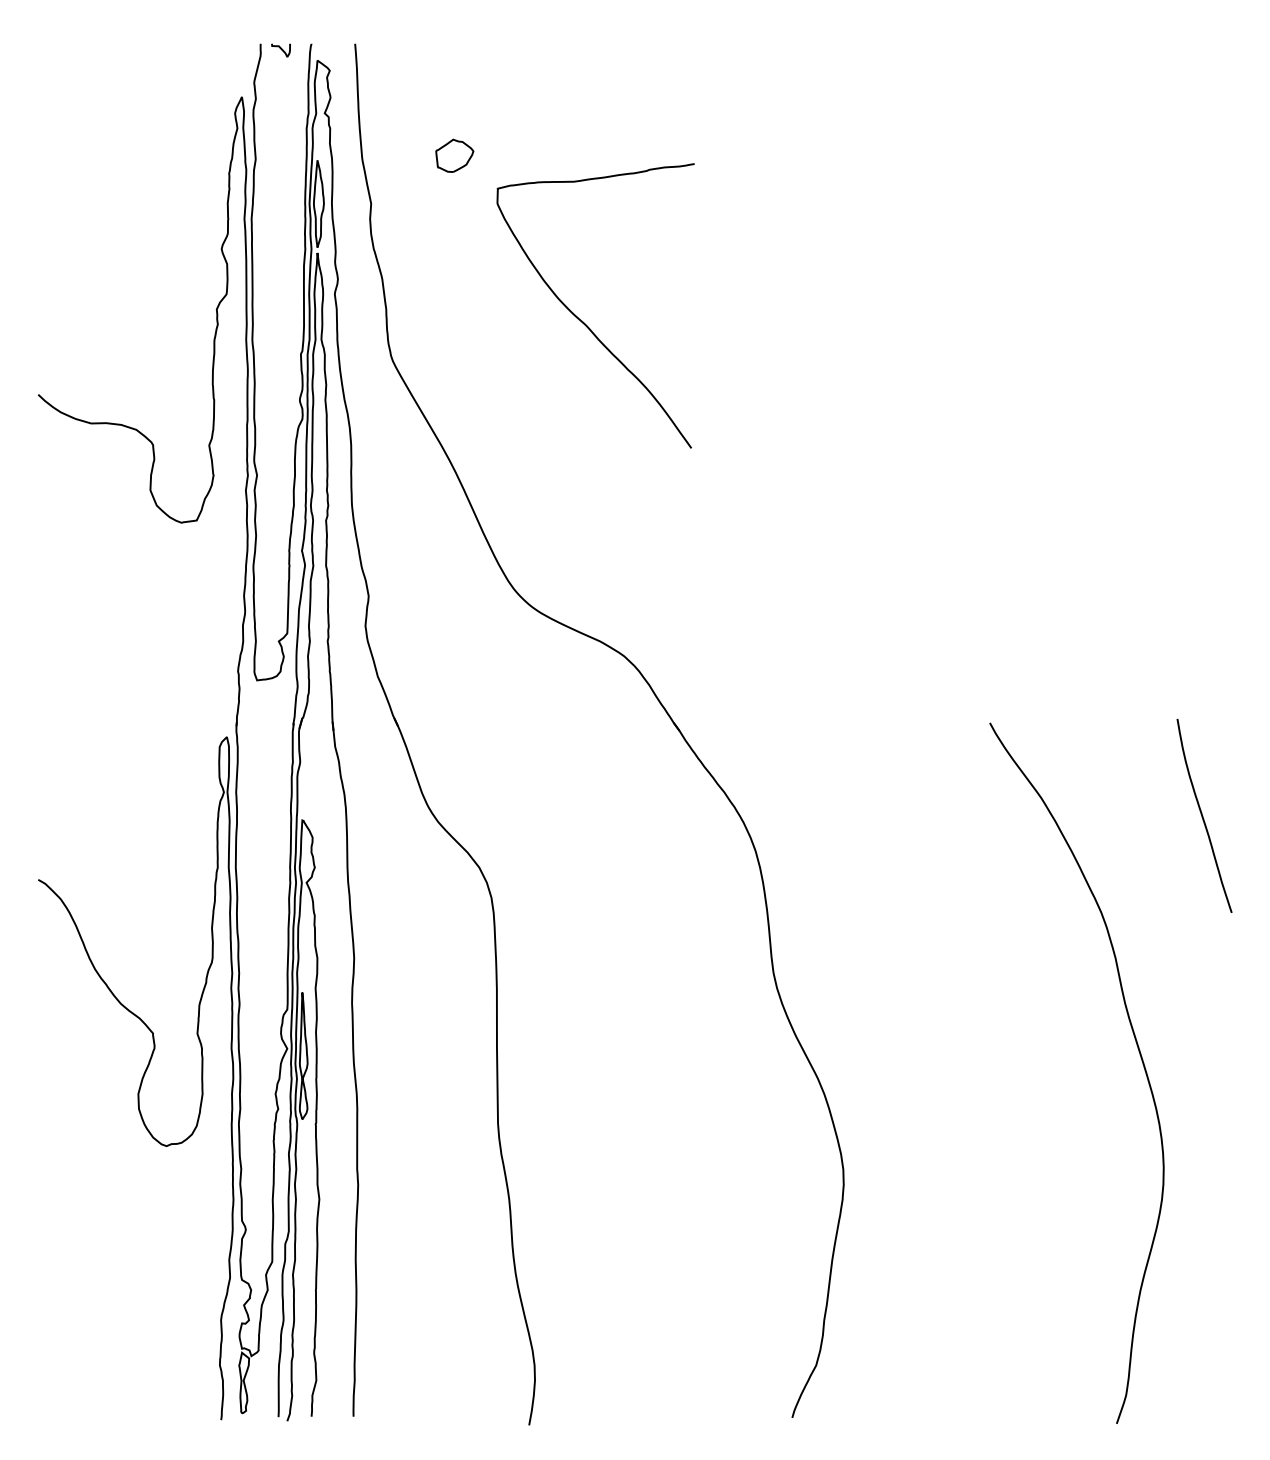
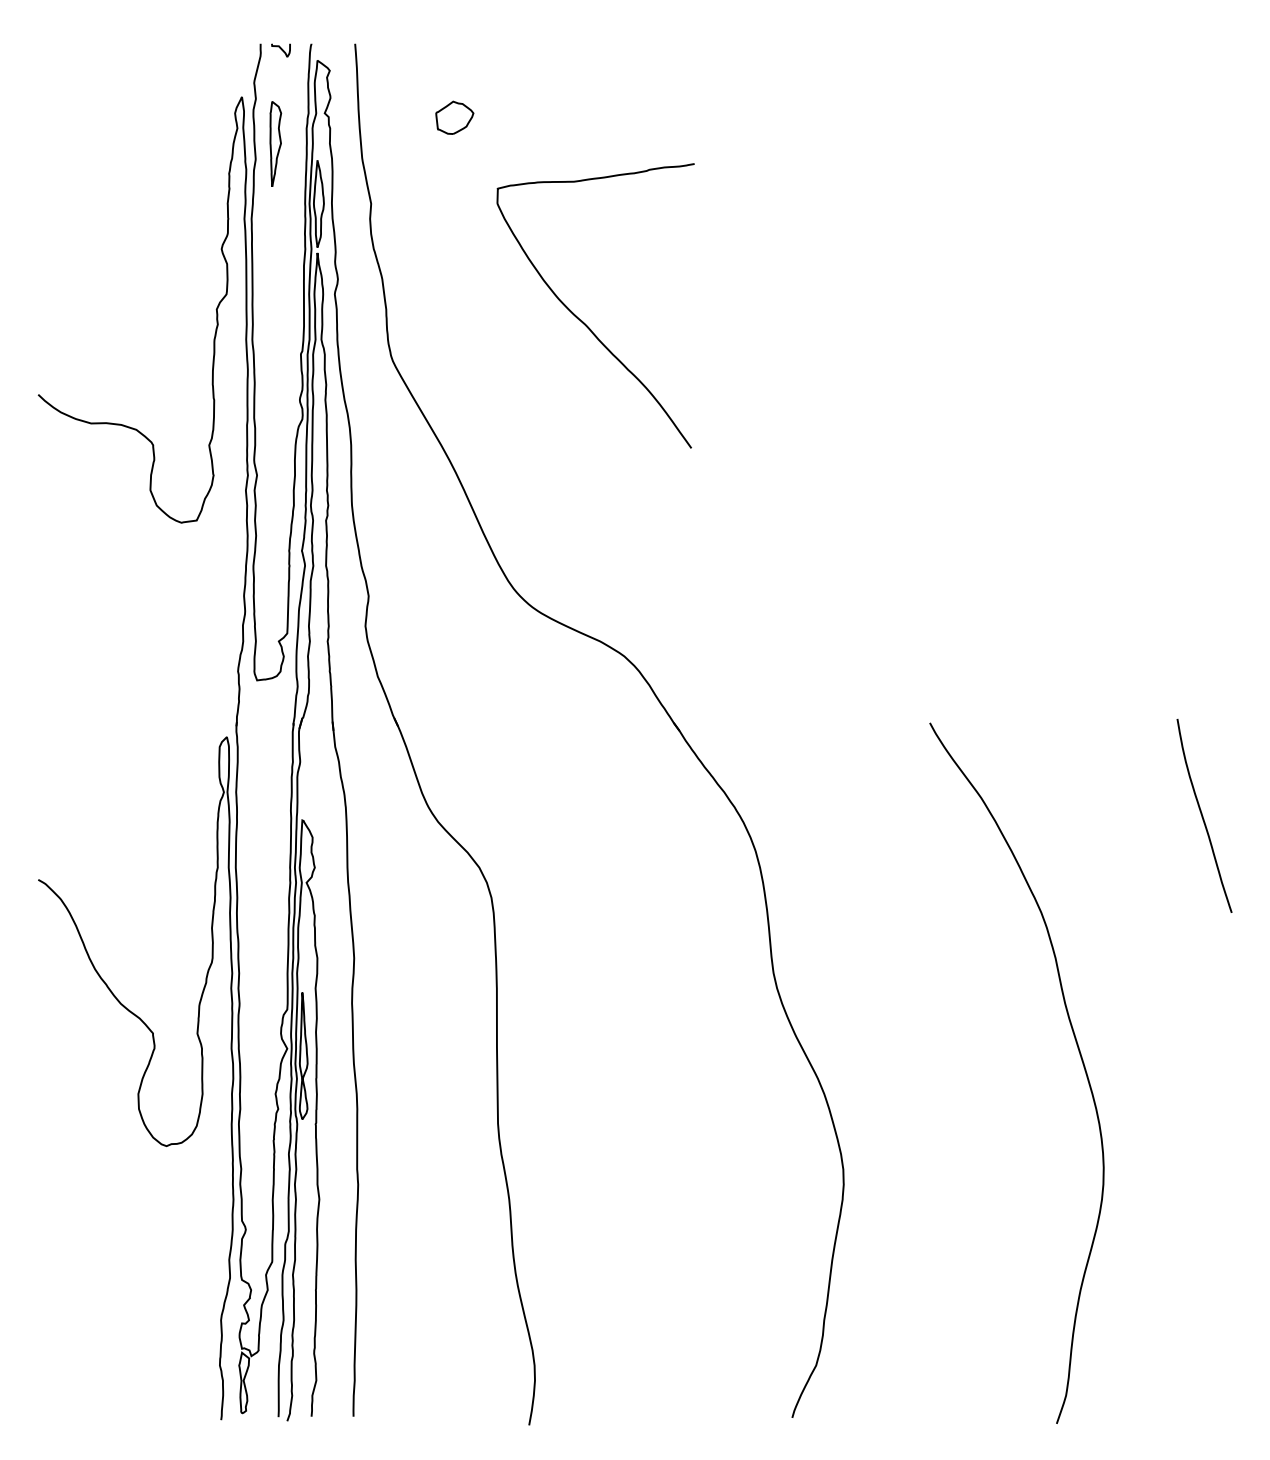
part at (275, 143): none -> present
part at (454, 155) position: (454, 155) -> (454, 117)
curve at (1138, 1051) position: (1138, 1051) -> (1078, 1051)
